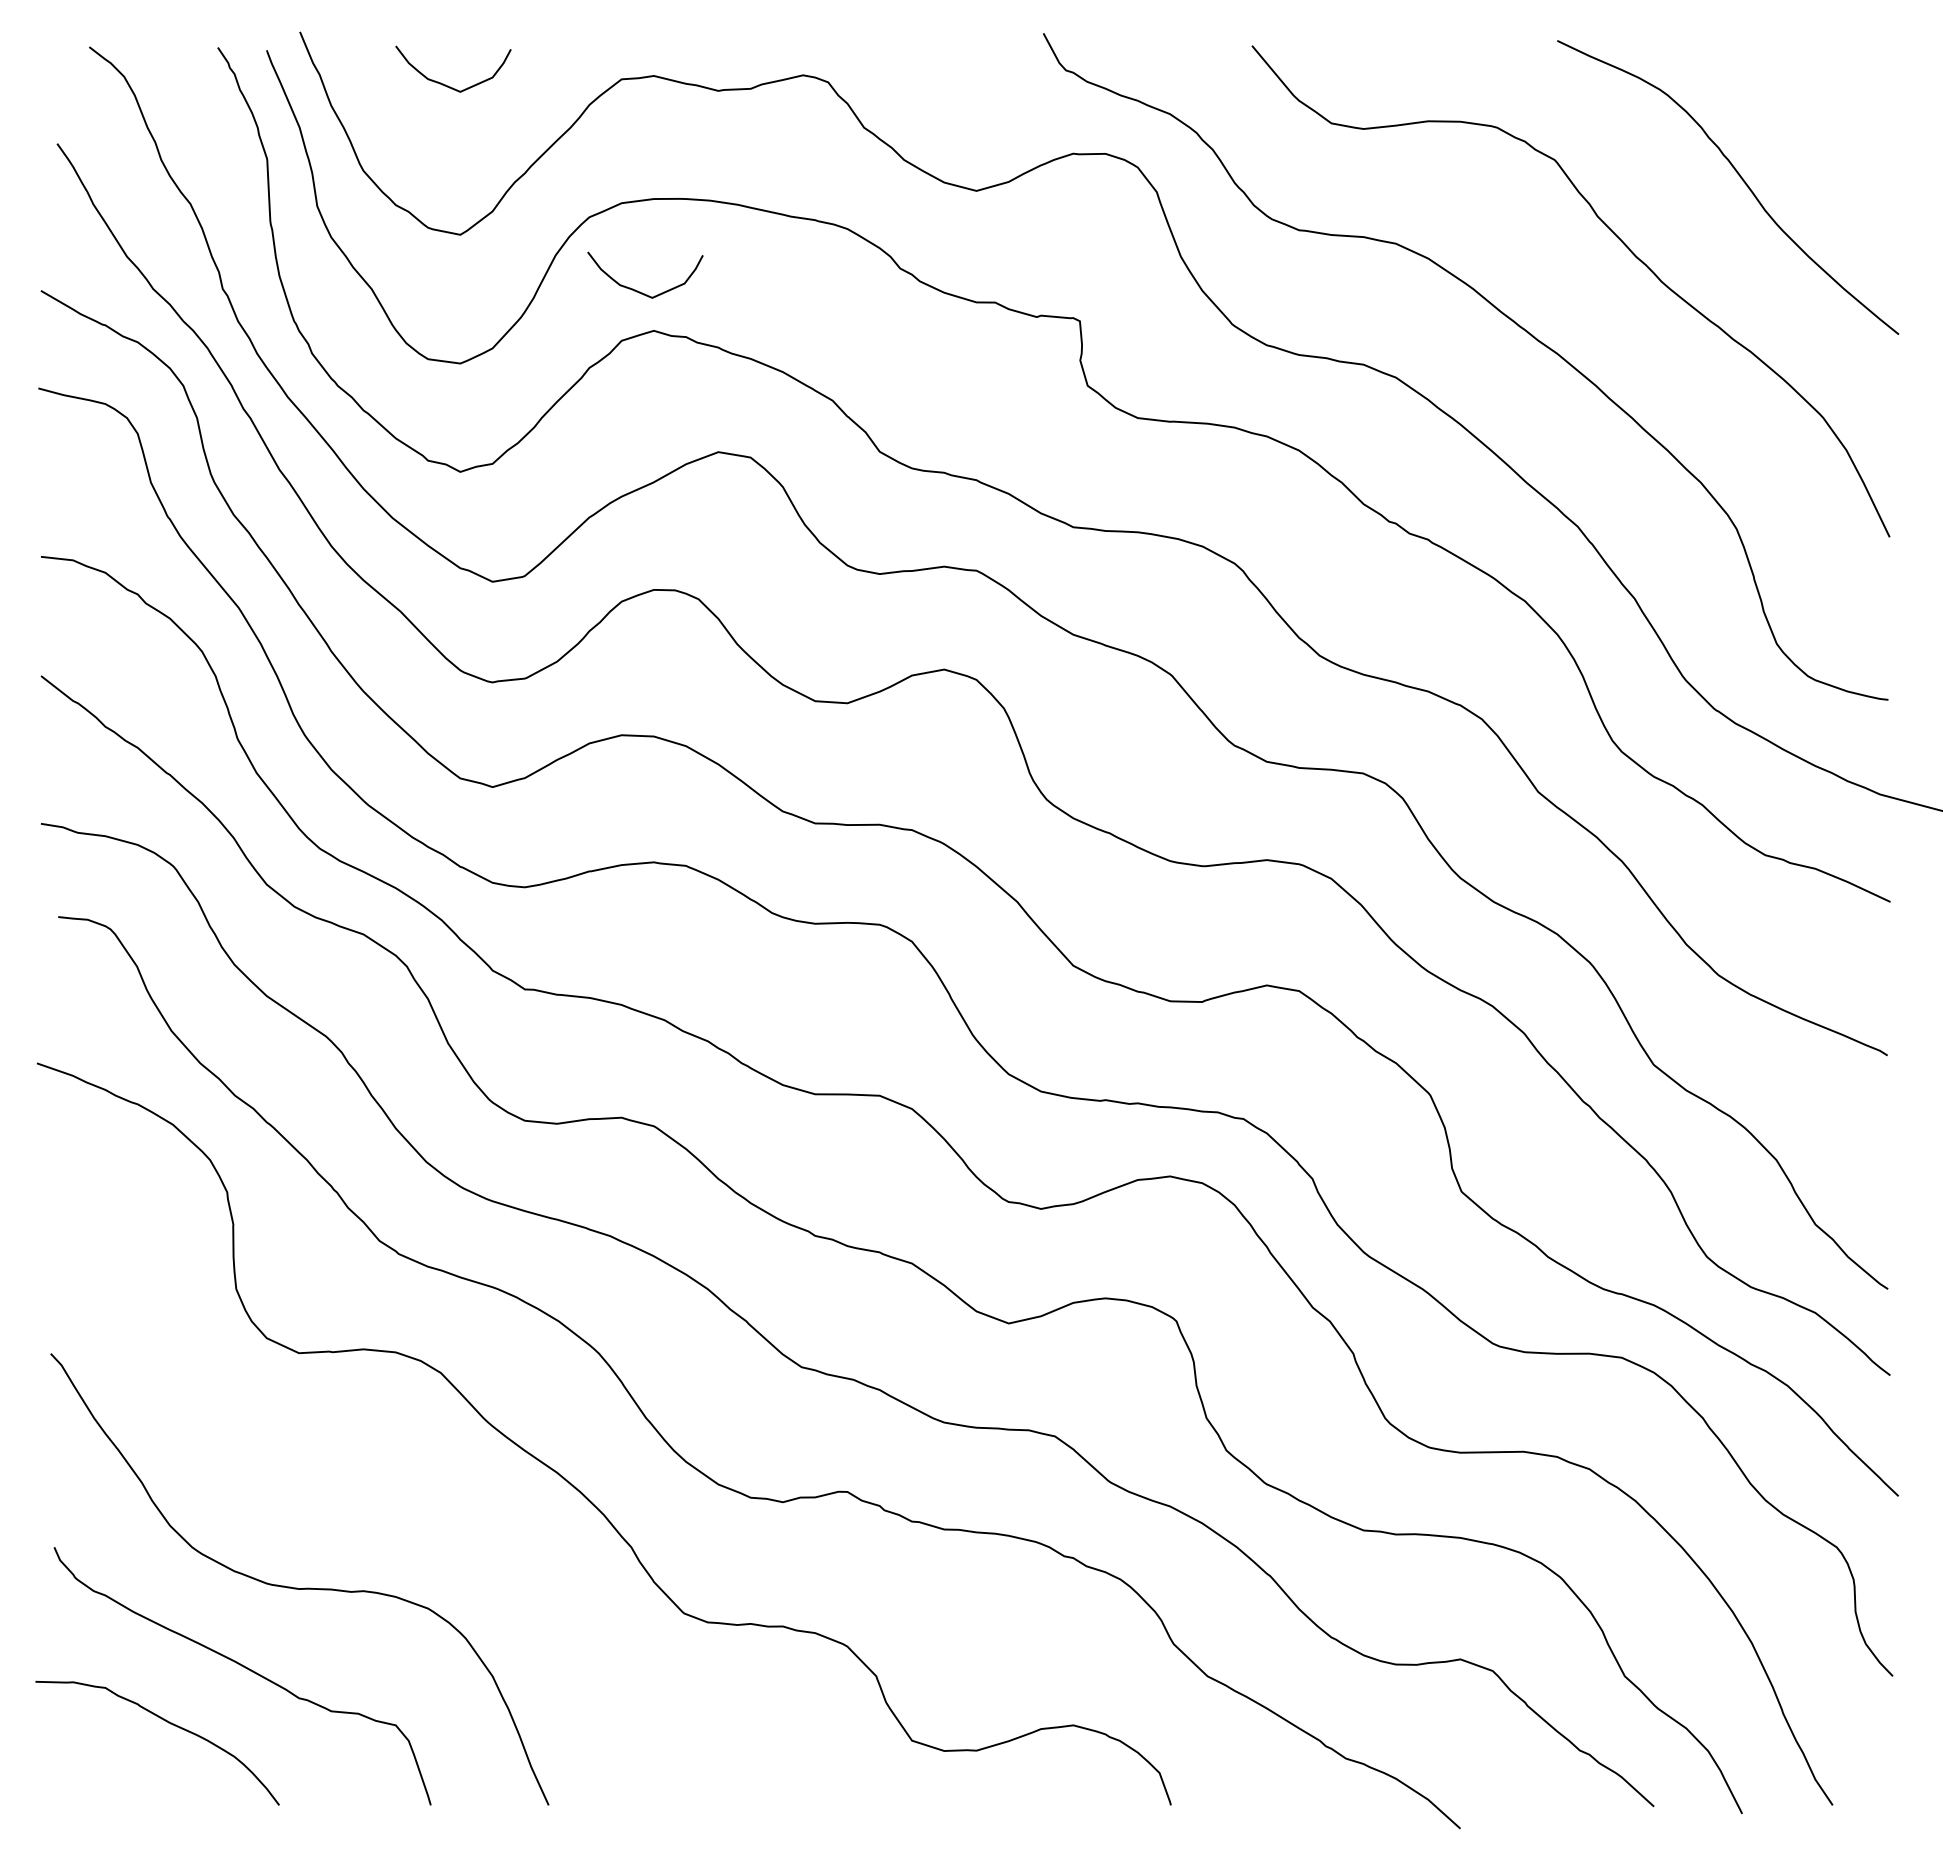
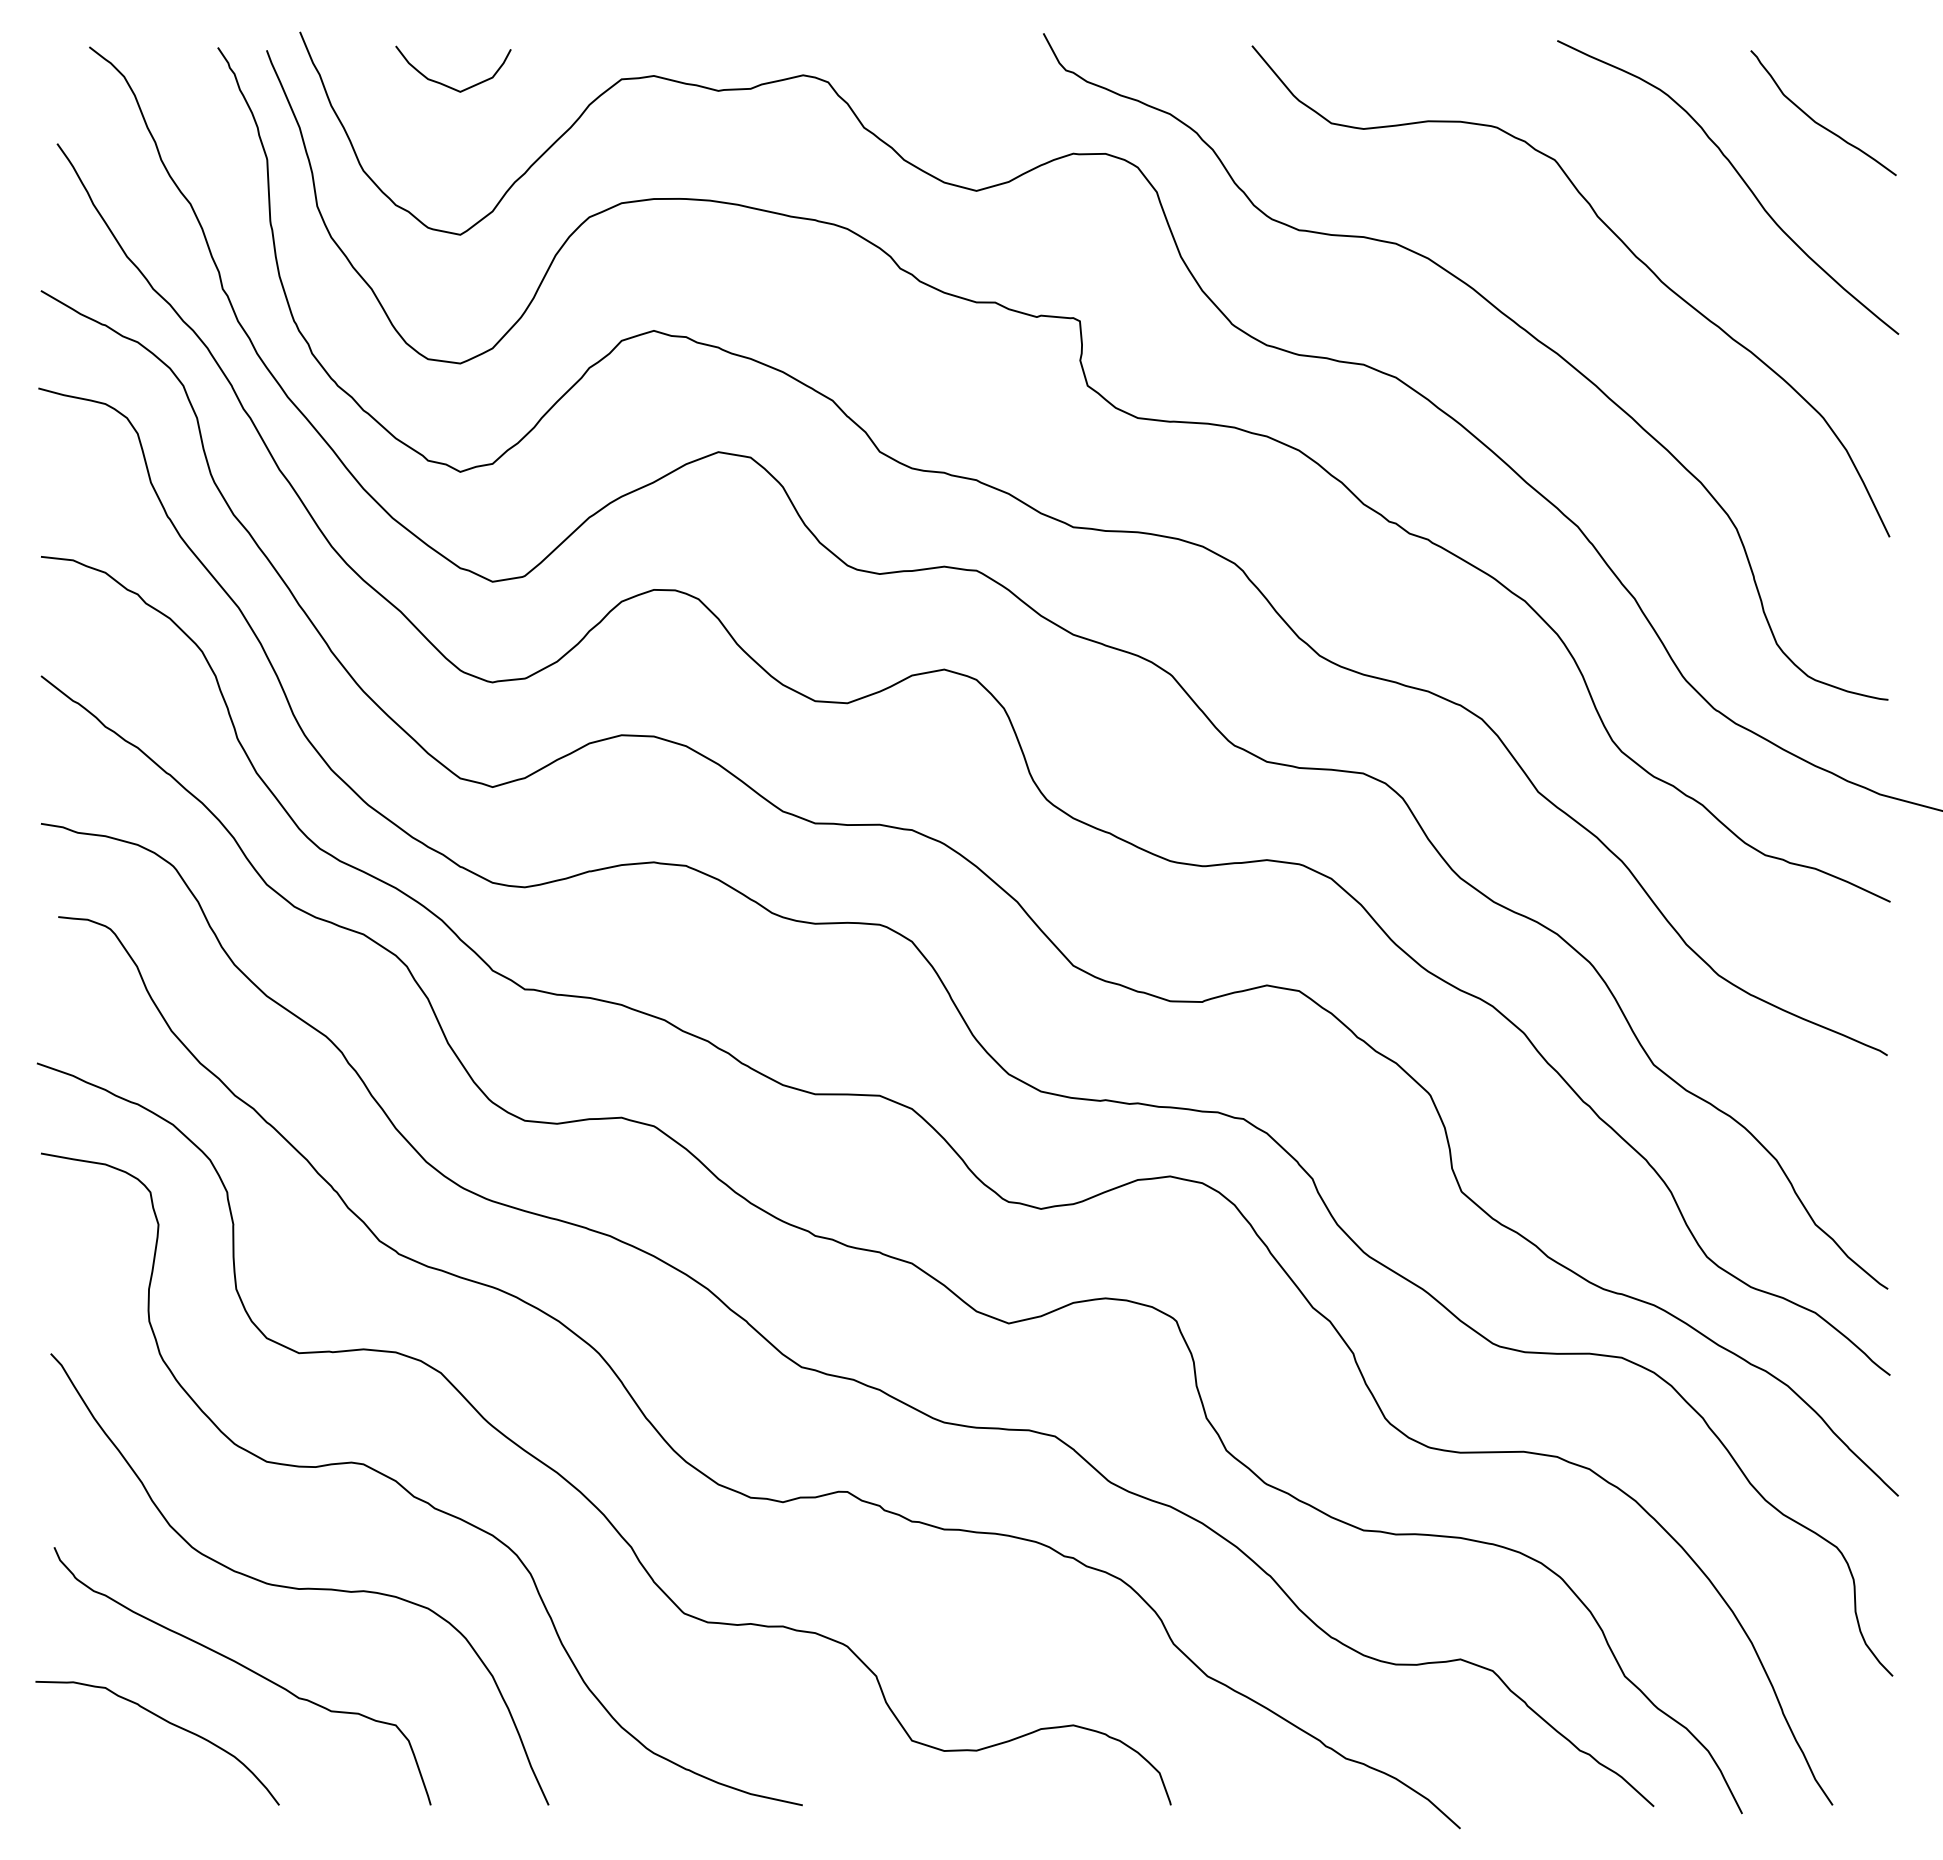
curve at (1816, 121): none -> present
curve at (640, 291): present -> none
curve at (409, 1491): none -> present
